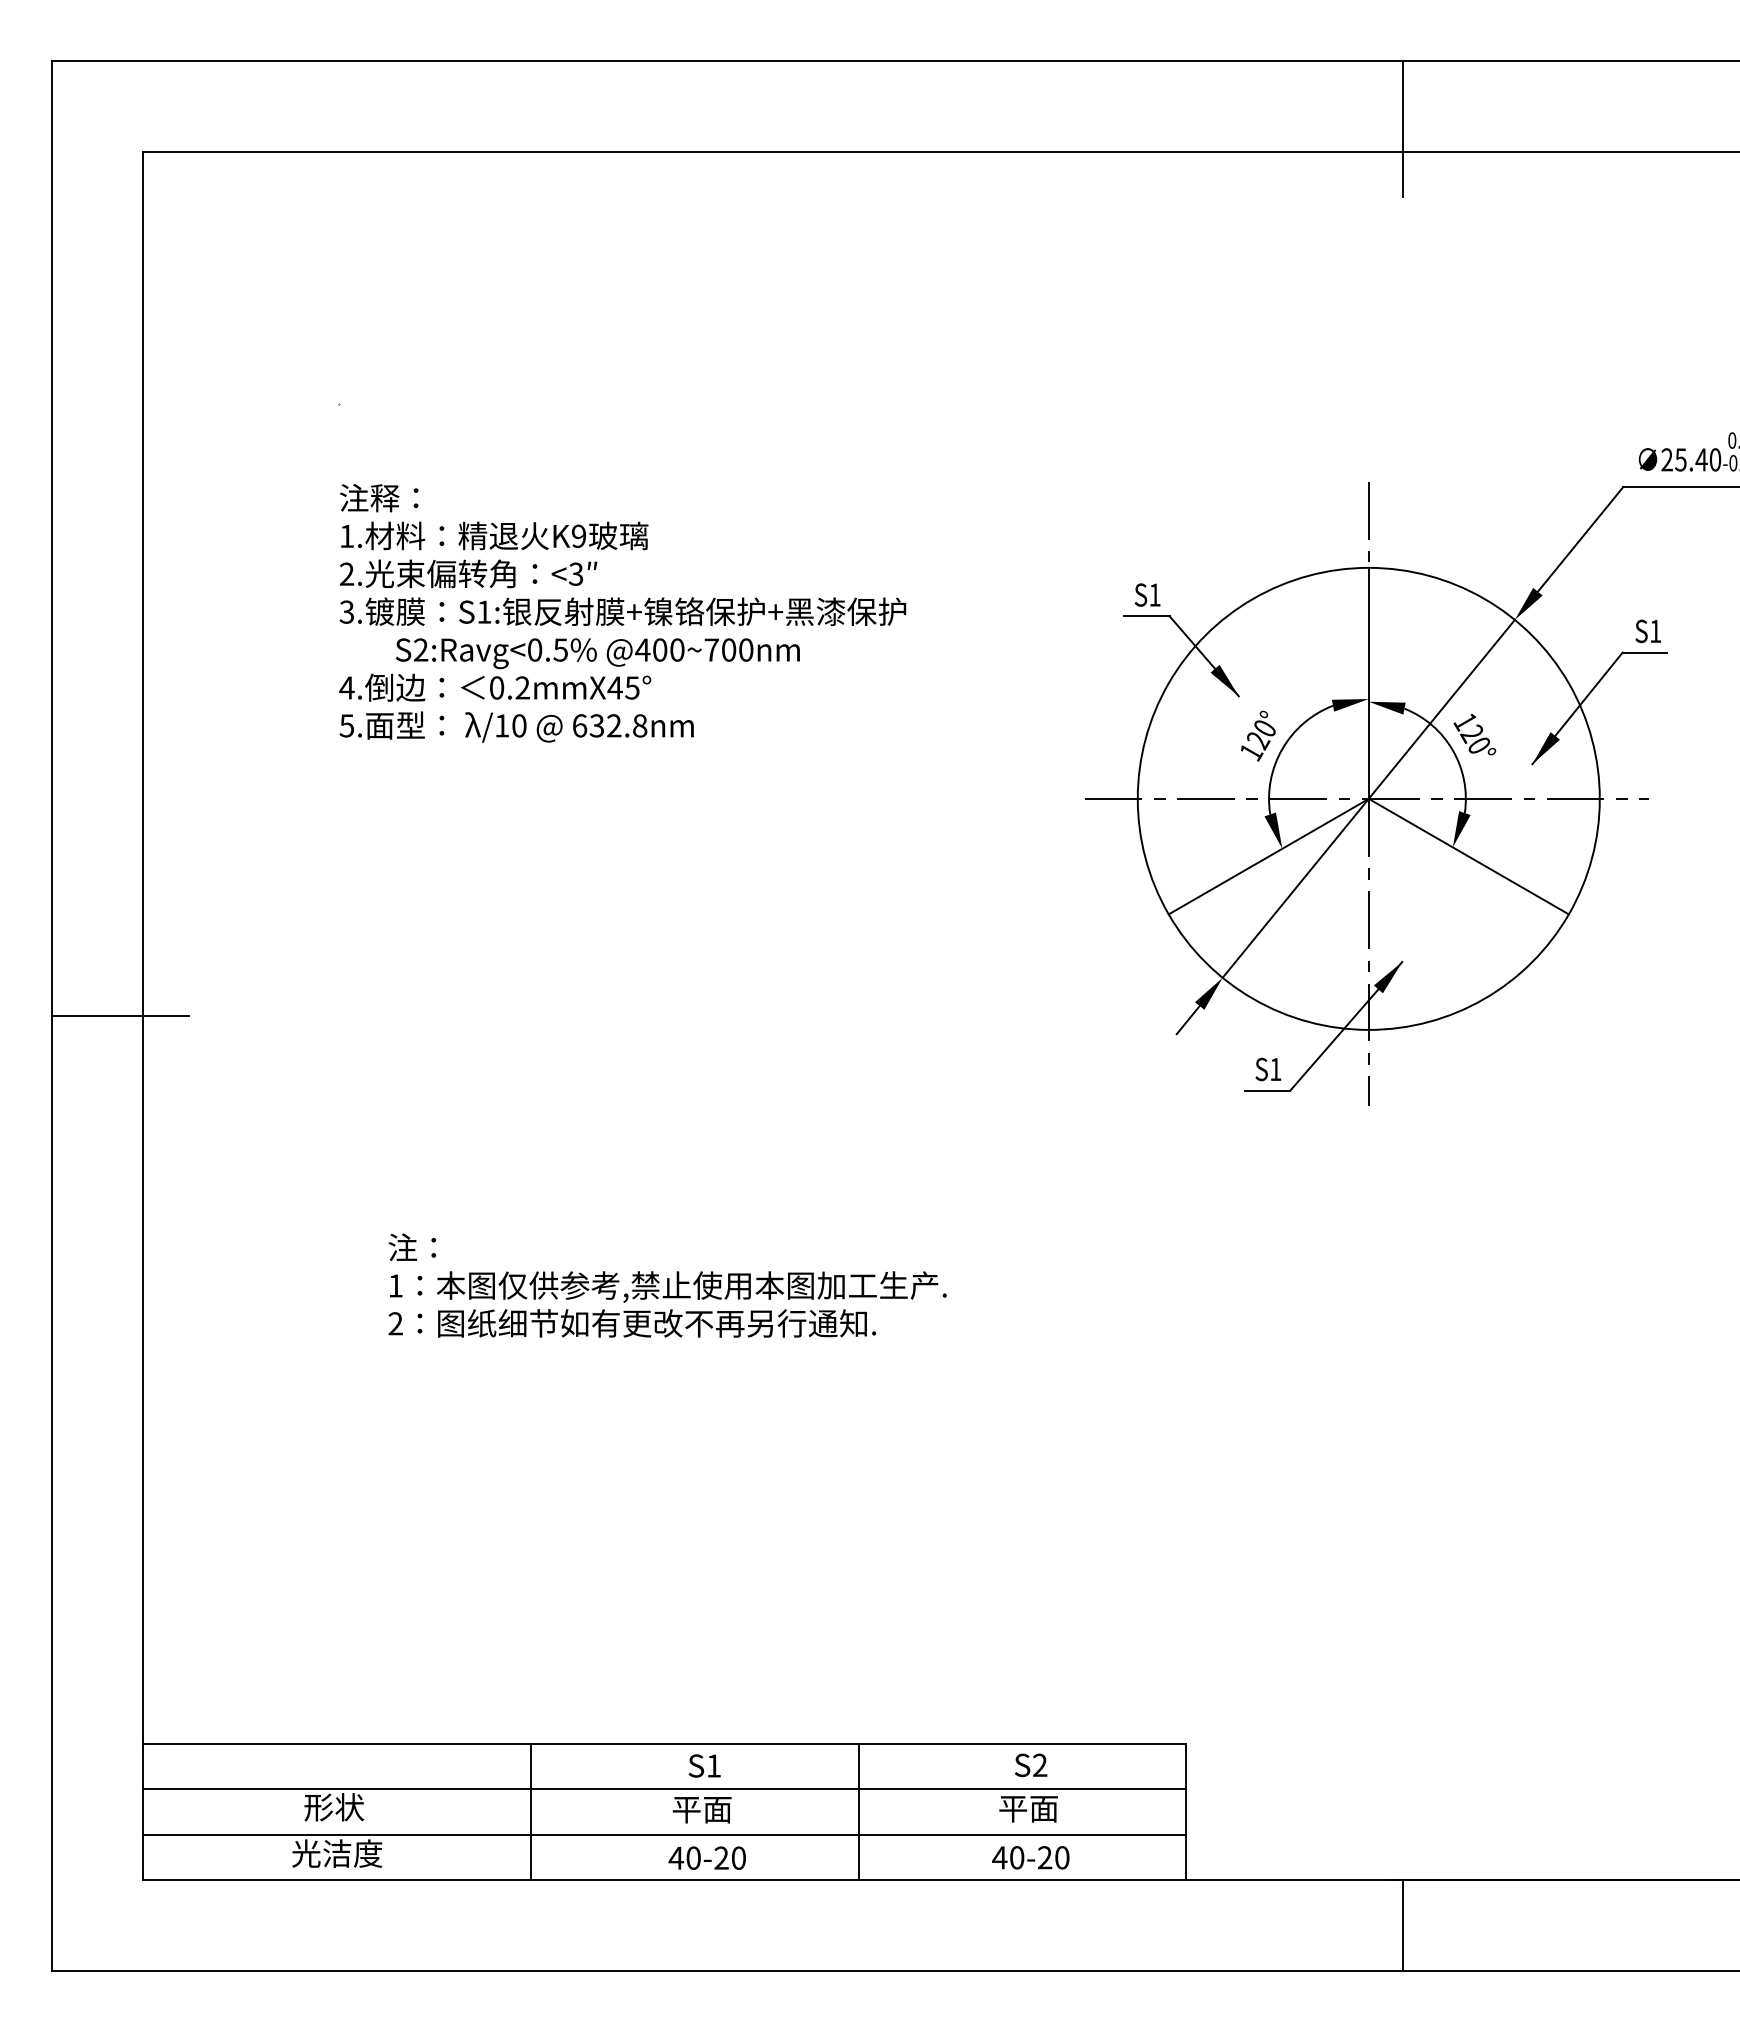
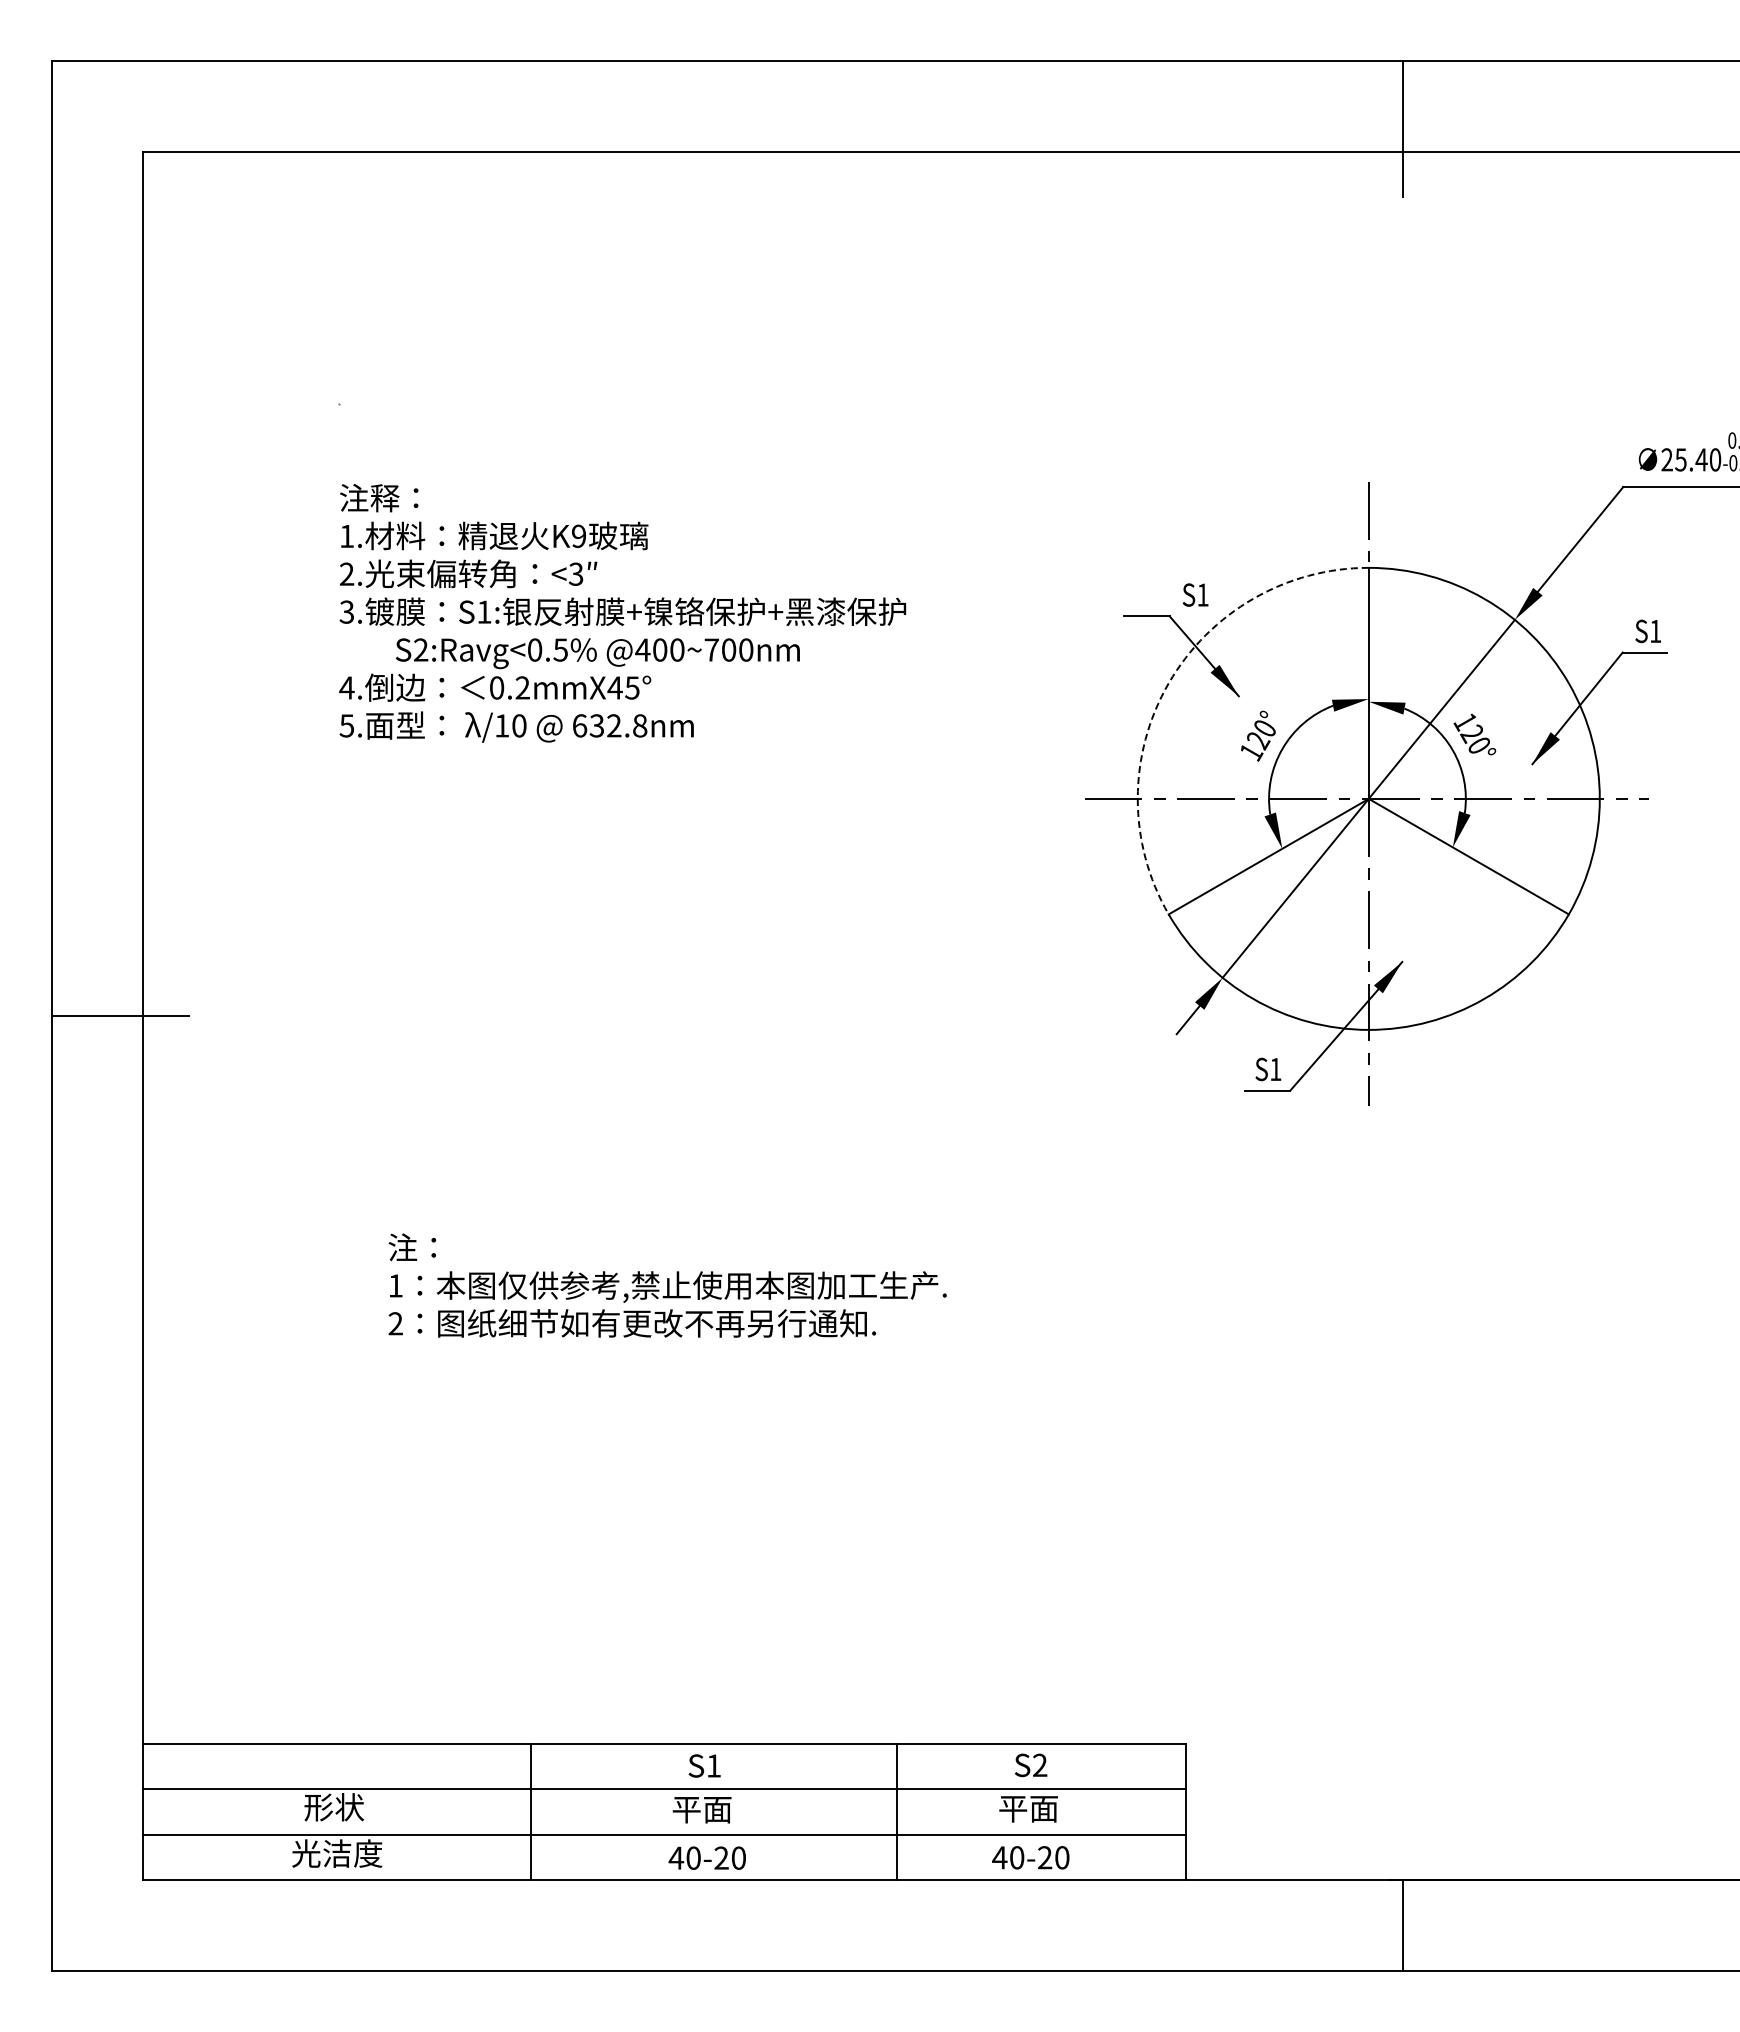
text at (1147, 594) position: (1147, 594) -> (1195, 594)
arc at (1168, 683): solid -> dashed
line at (858, 1811) position: (858, 1811) -> (896, 1811)
